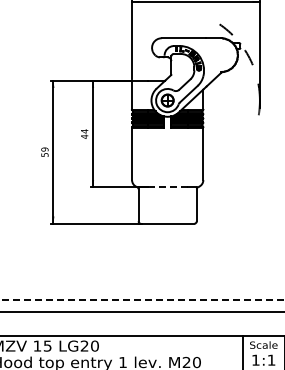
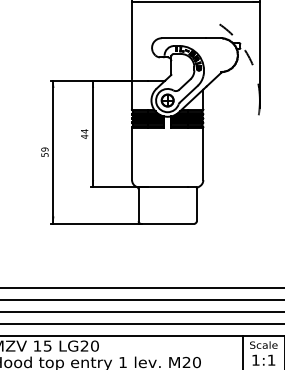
line at (167, 187): dashed -> solid
line at (141, 287): none -> present
line at (142, 299): dashed -> solid
line at (141, 324): none -> present
